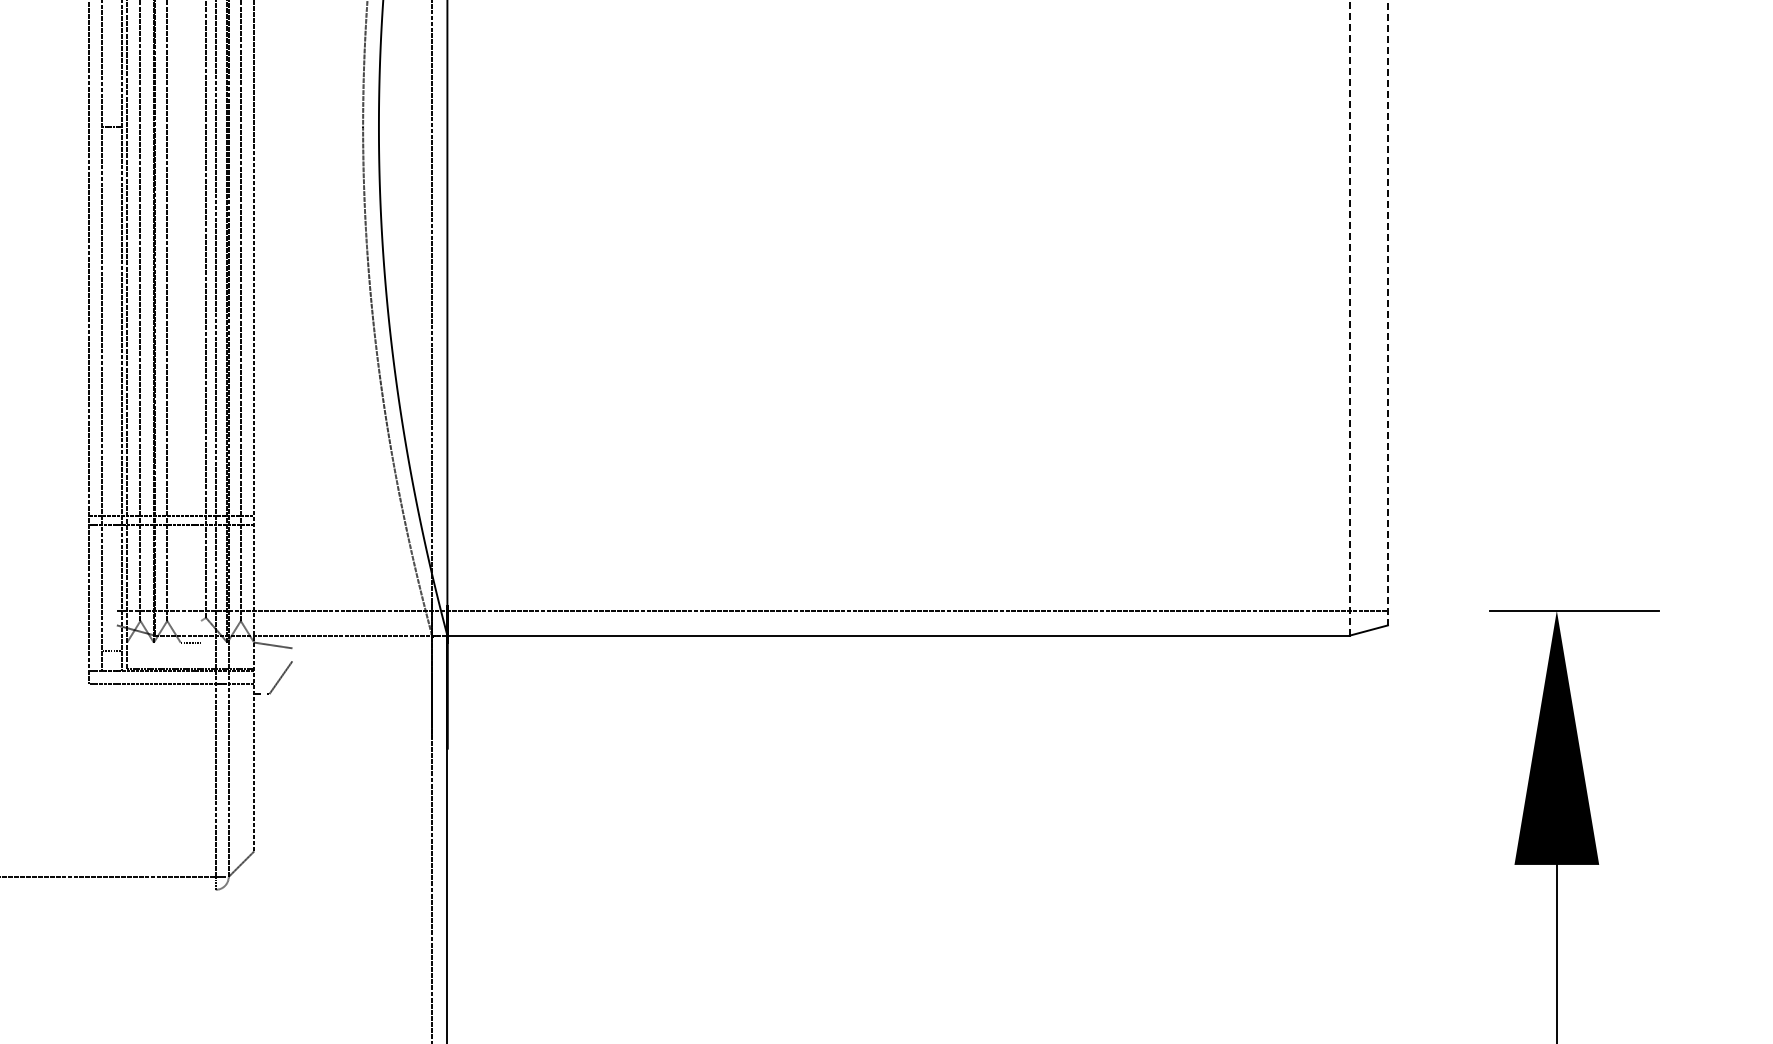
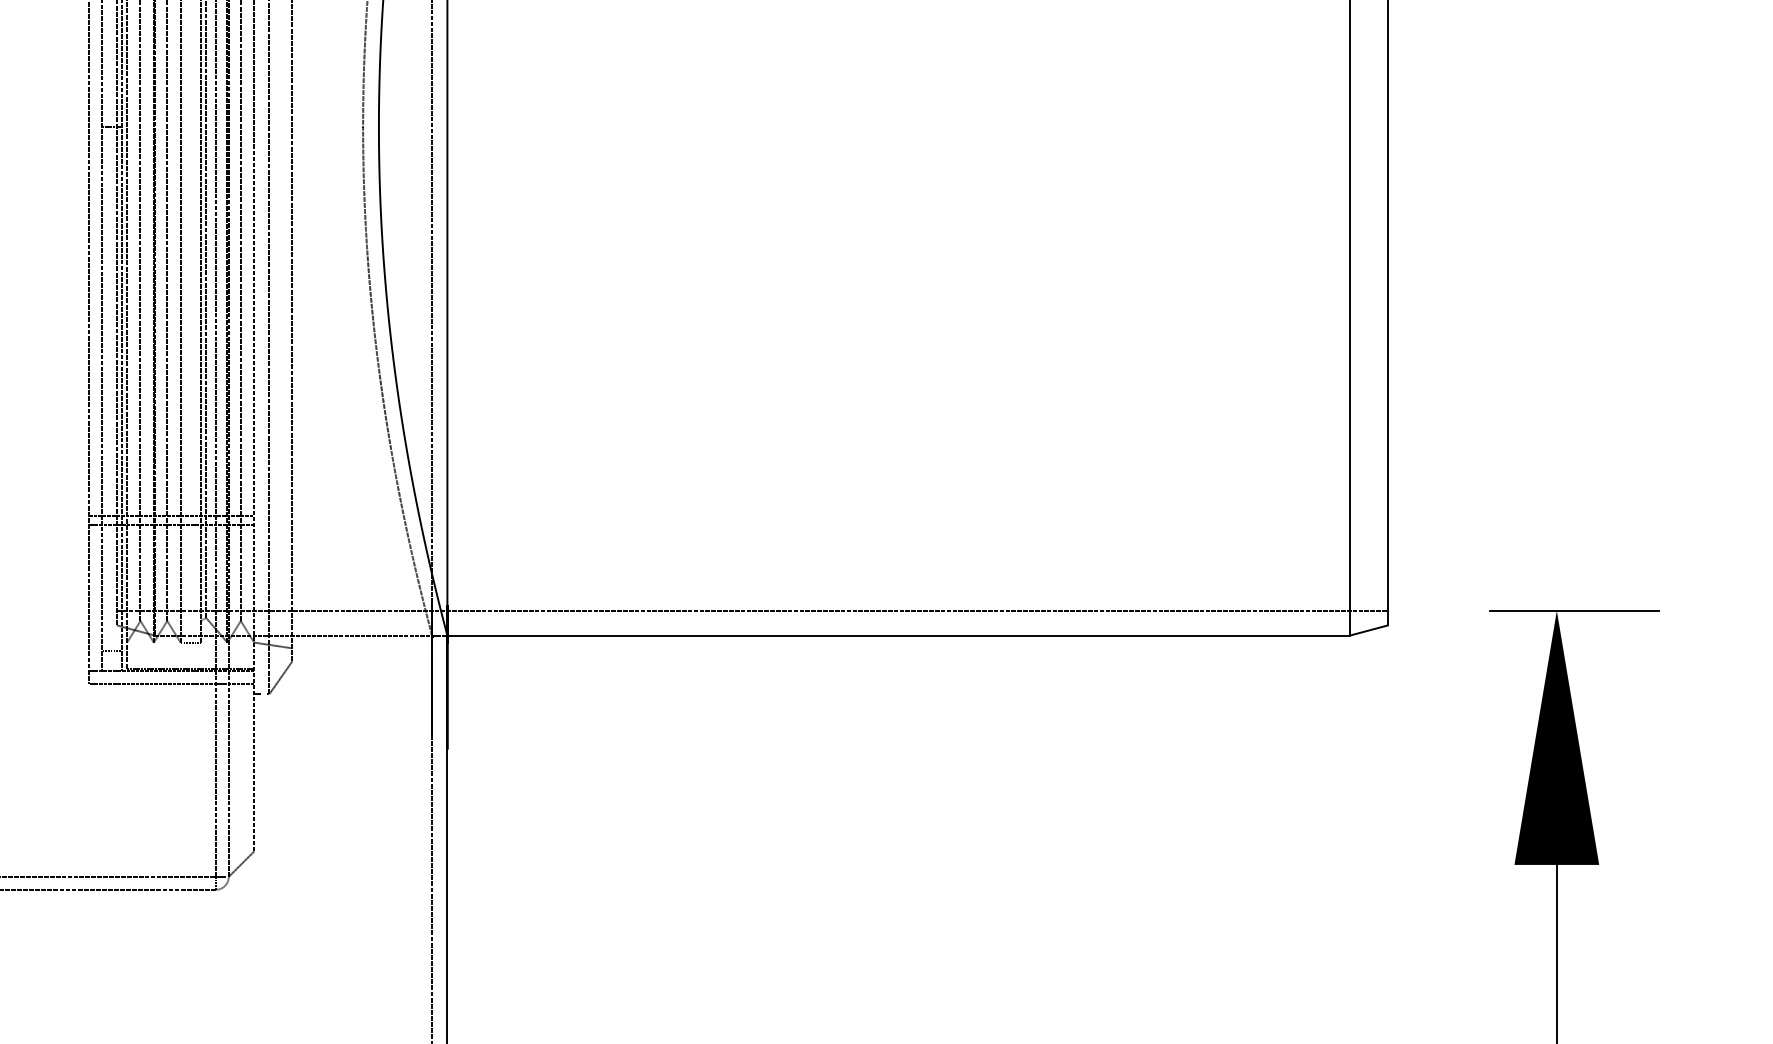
line at (116, 313): none -> present
line at (1387, 313): dashed -> solid
line at (1349, 317): dashed -> solid
line at (180, 322): none -> present
line at (201, 322): none -> present
line at (292, 331): none -> present
line at (269, 348): none -> present
line at (108, 889): none -> present
